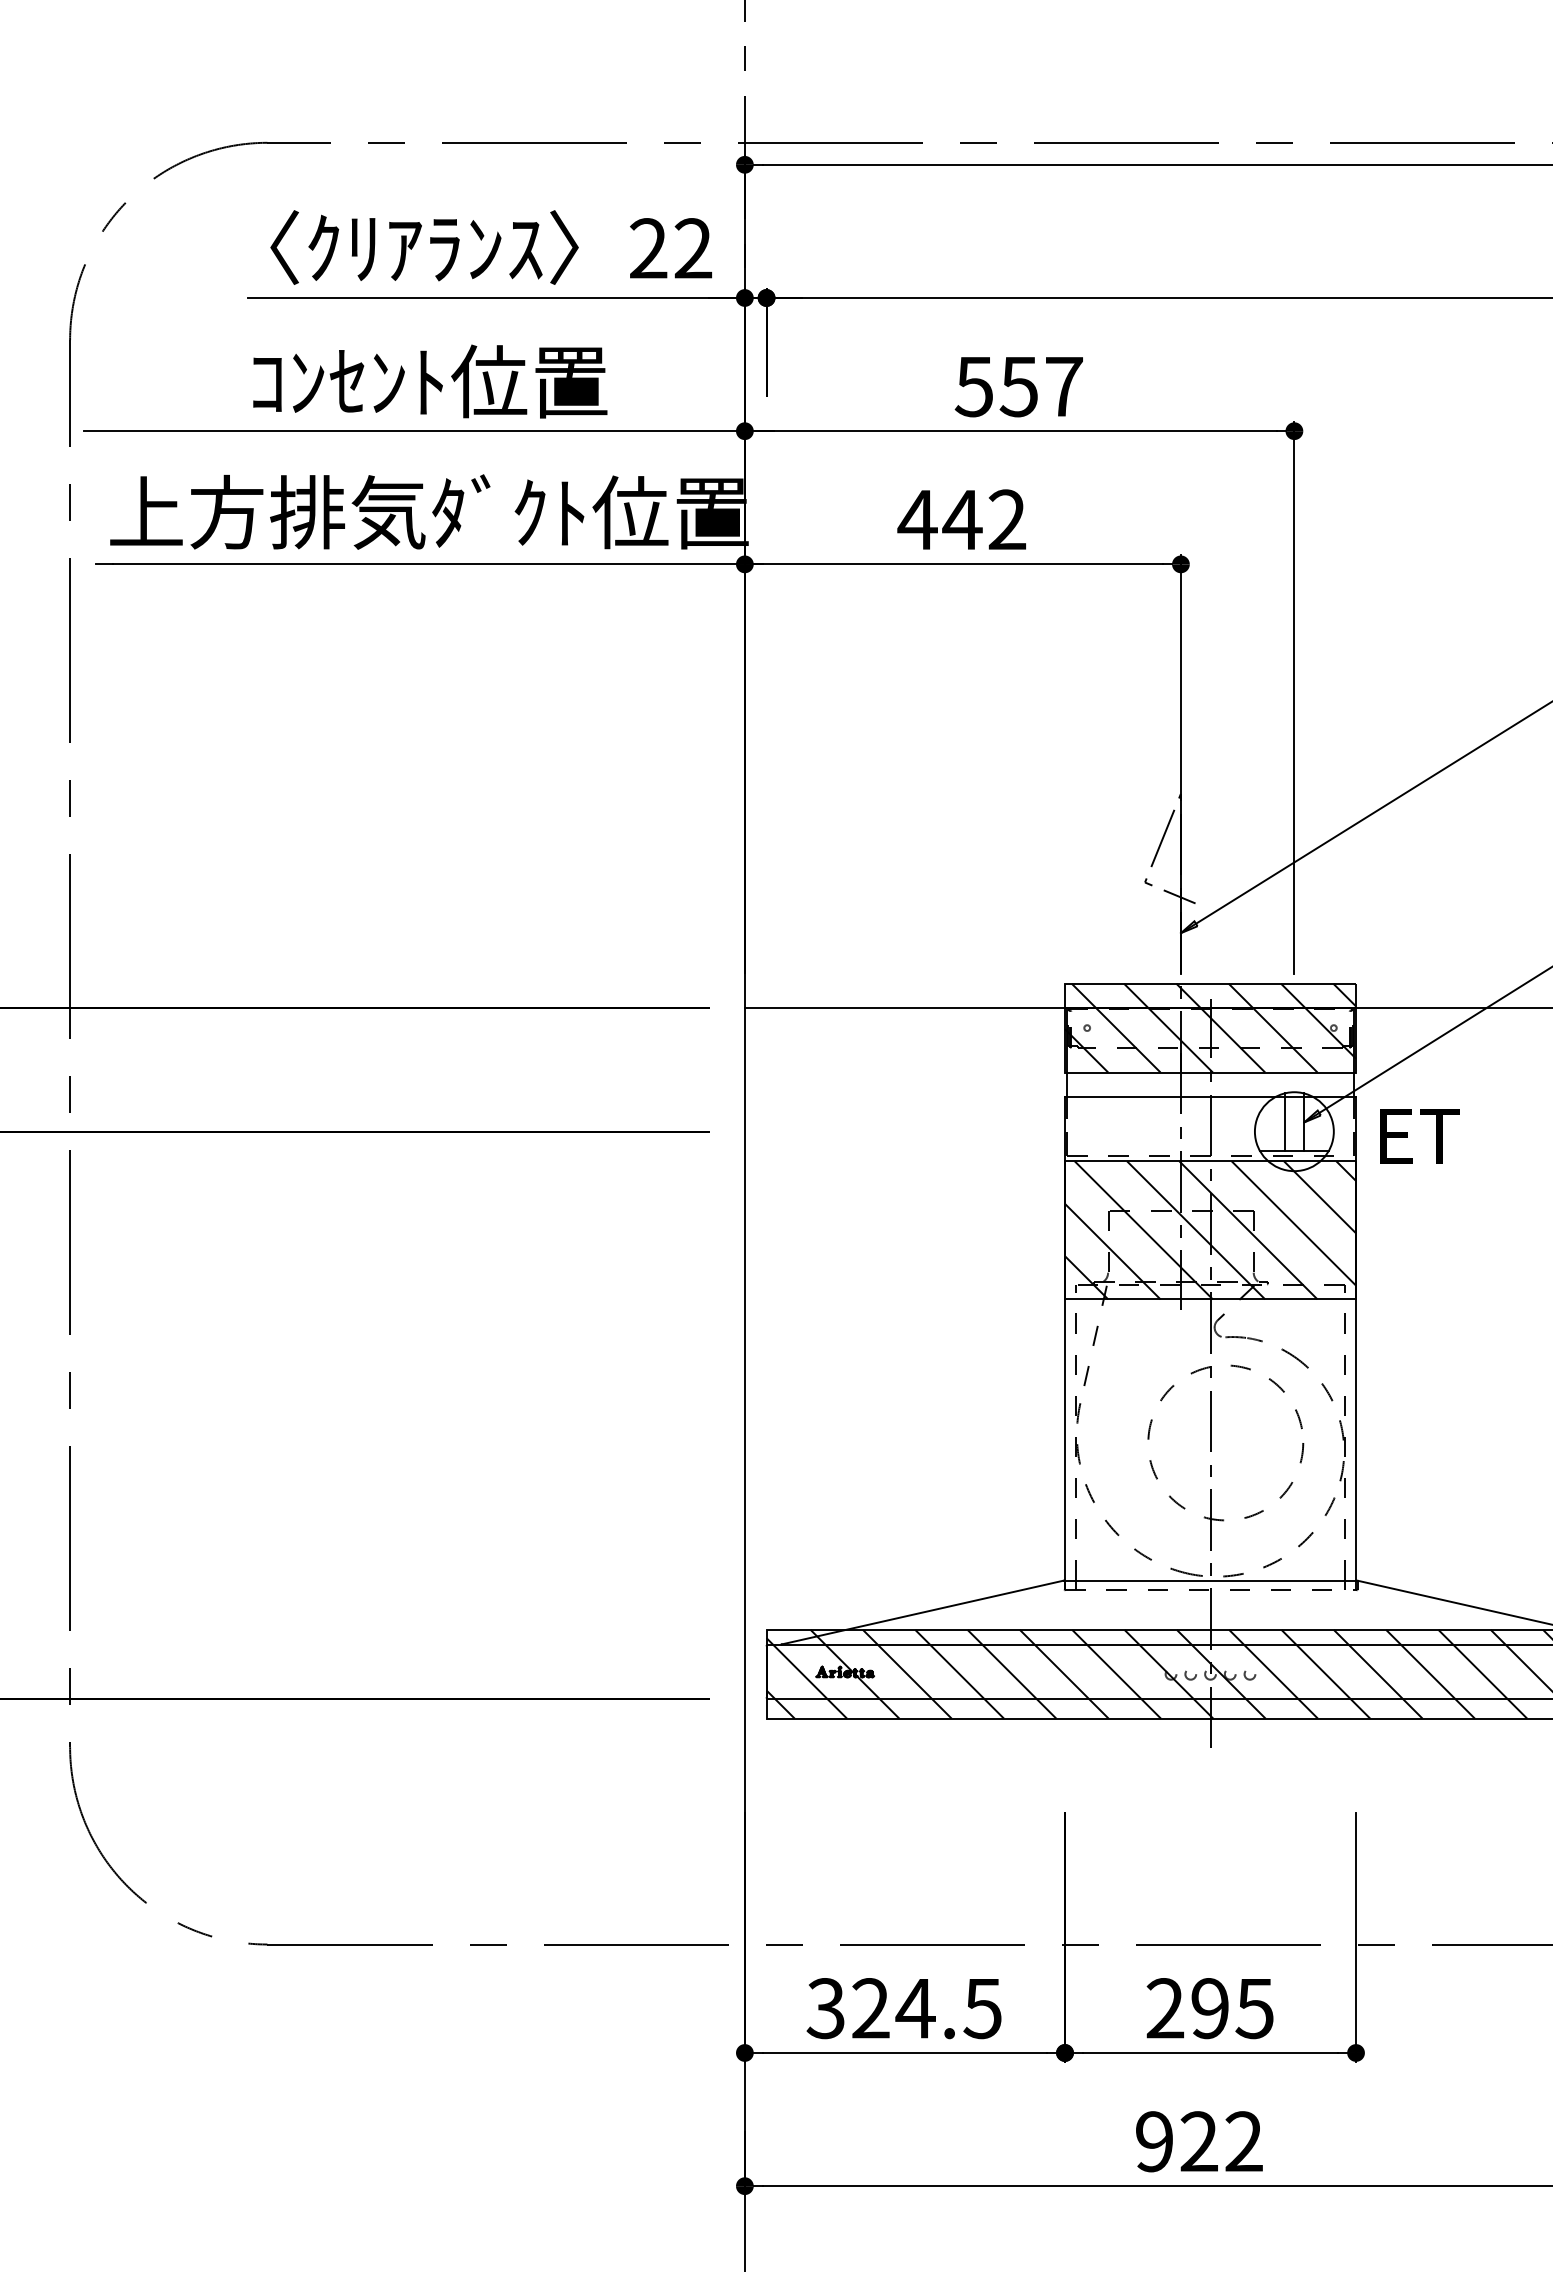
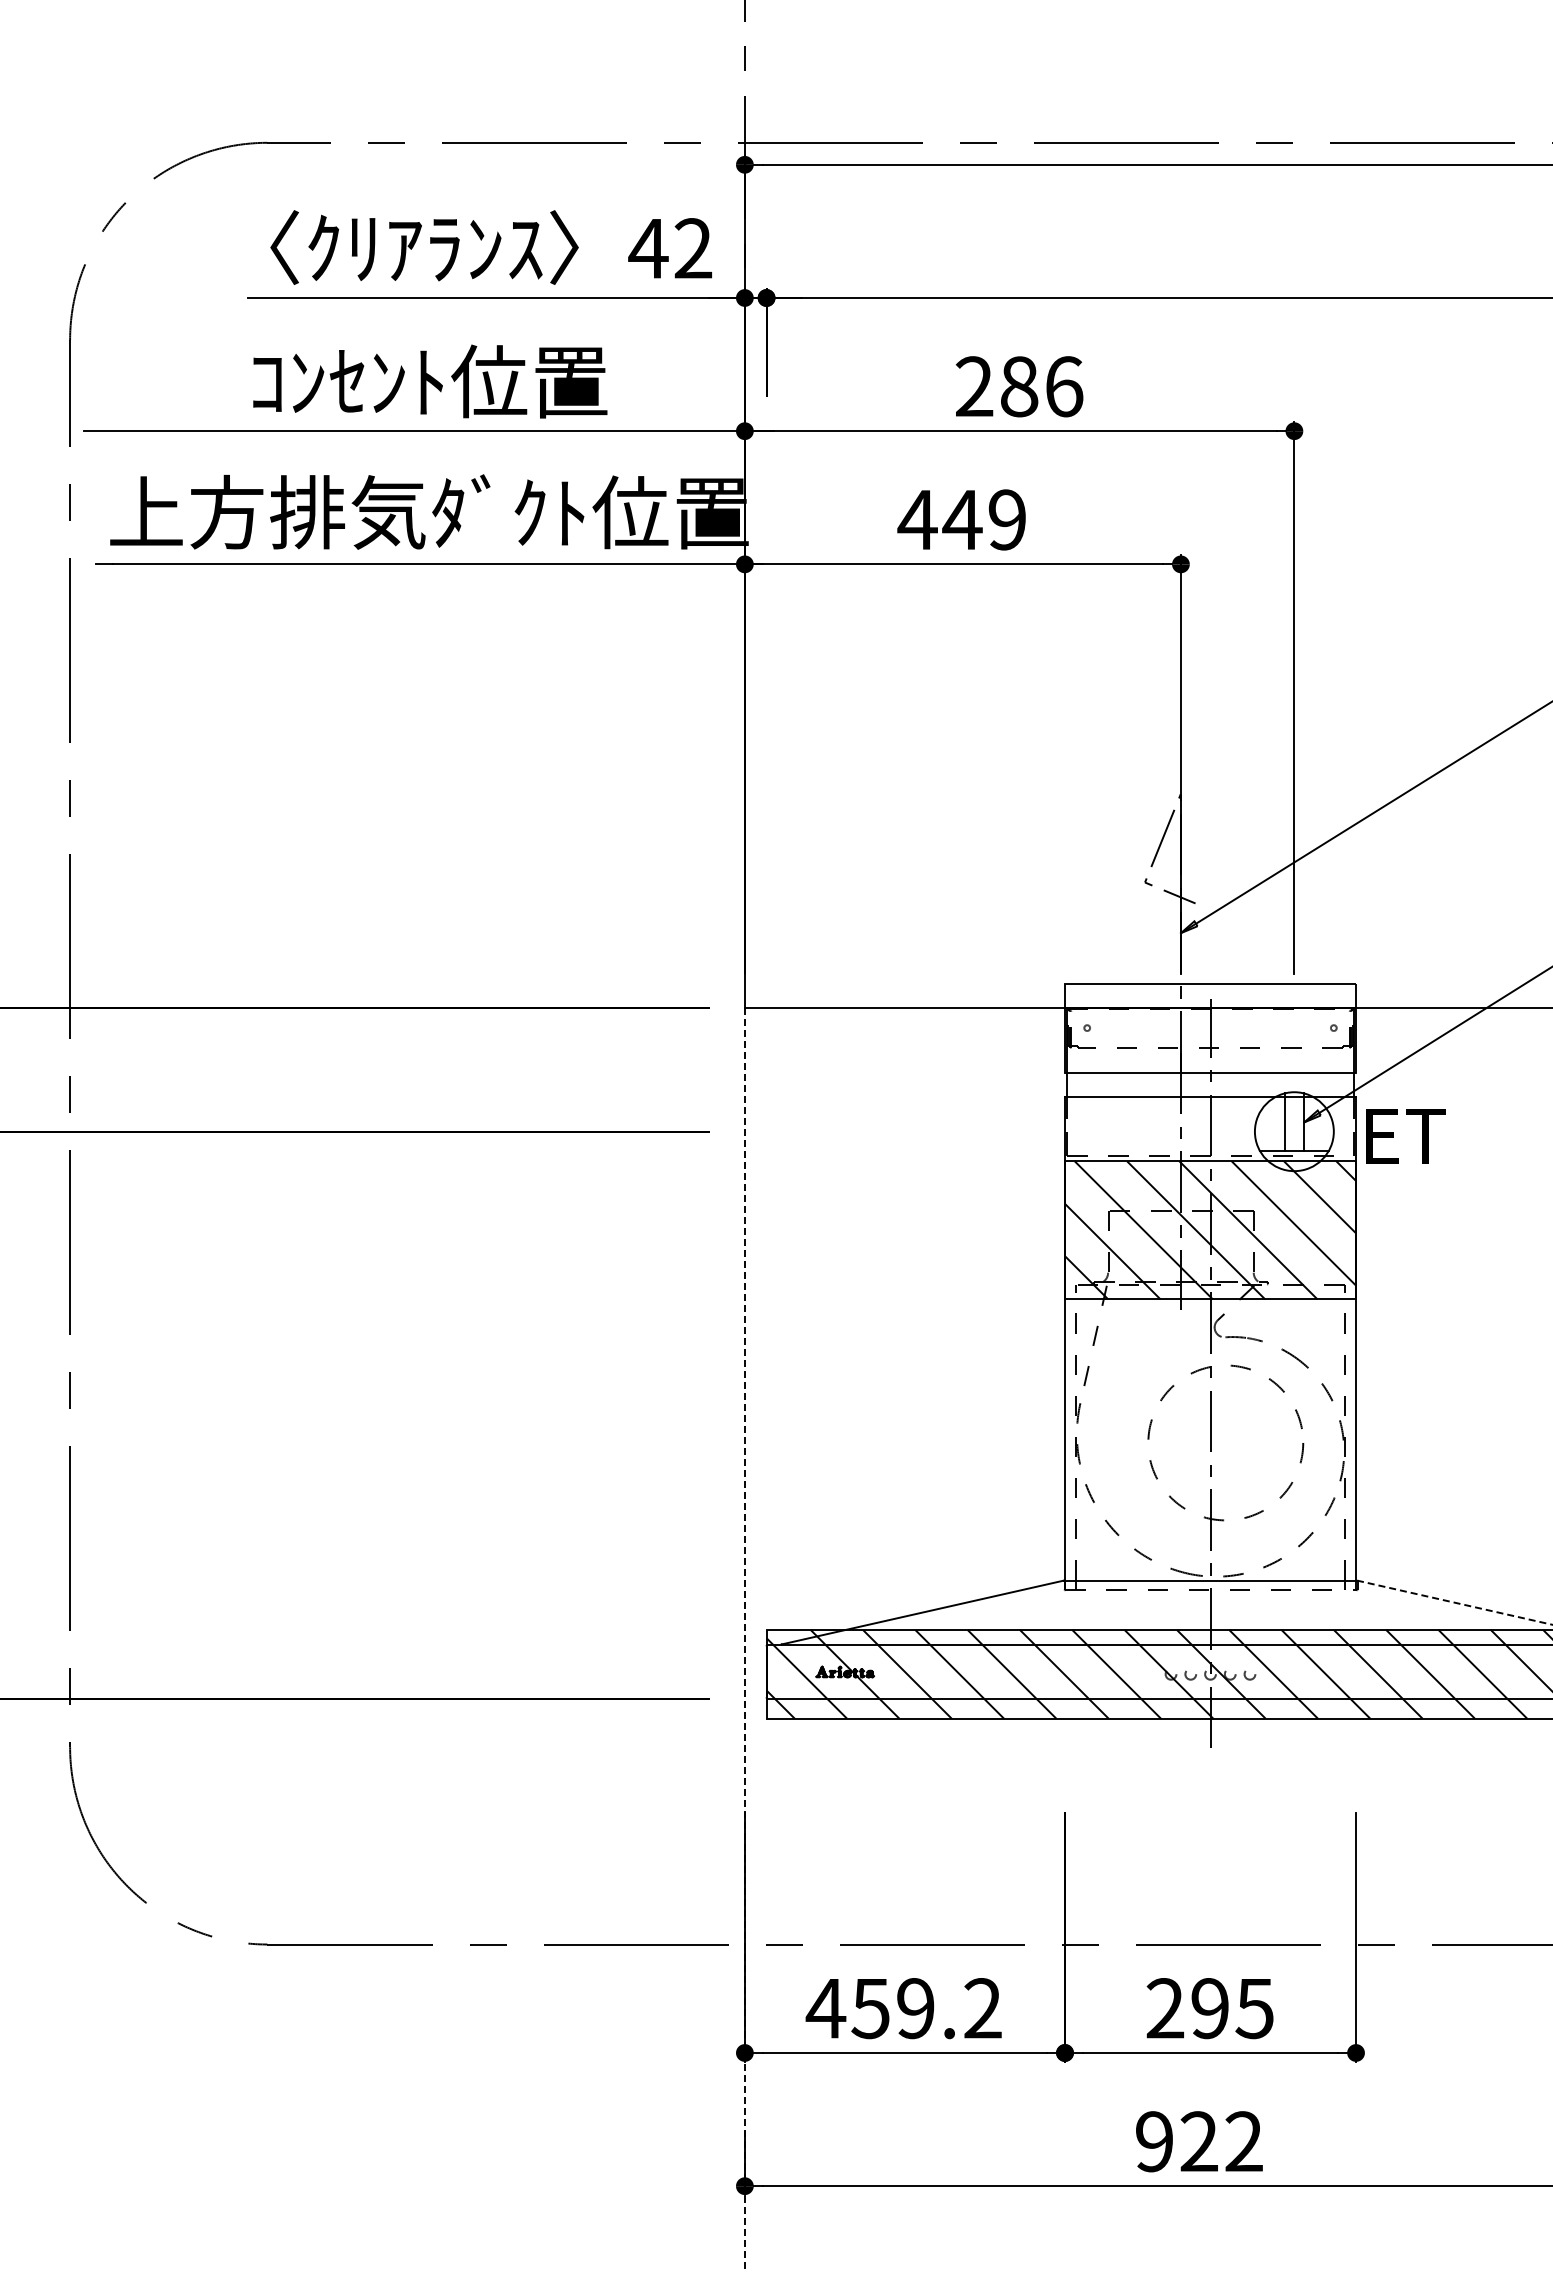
text at (648, 248): 22 -> 42
text at (1018, 386): 557 -> 286
text at (1007, 519): 442 -> 449
hatch at (1210, 1027): present -> none
text at (1419, 1136) position: (1419, 1136) -> (1405, 1136)
line at (1455, 1602): solid -> dashed
line at (744, 1640): solid -> dashed
text at (903, 2008): 324.5 -> 459.2
